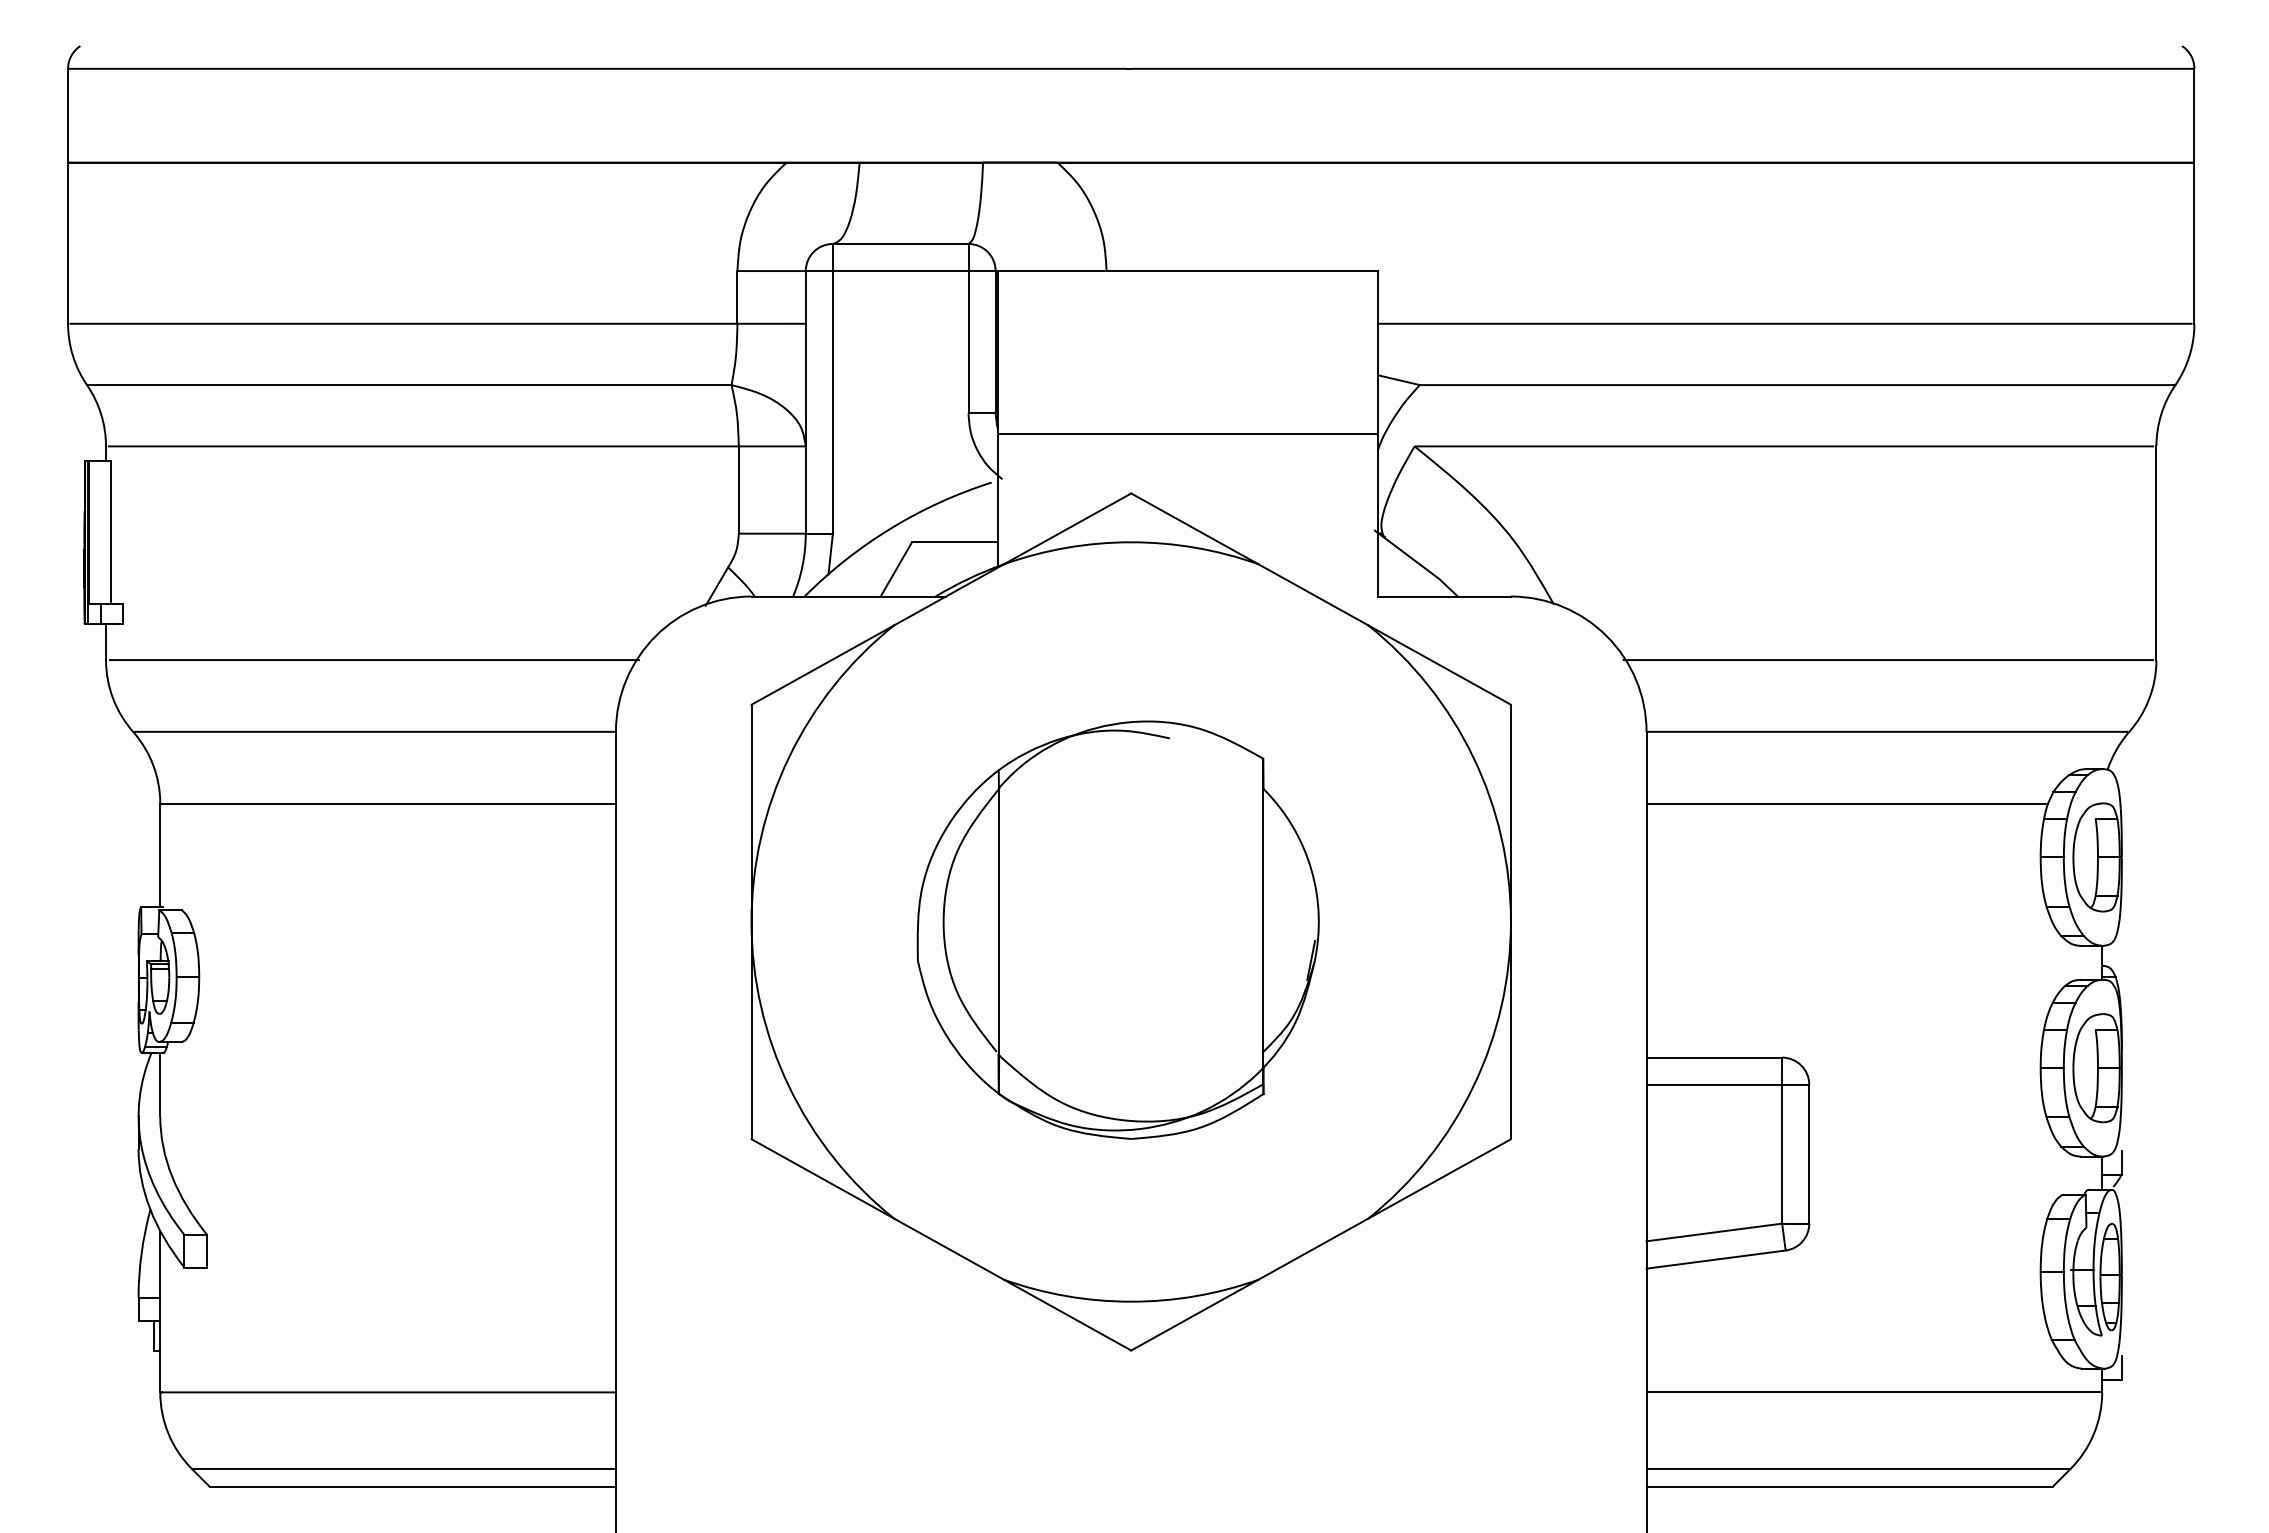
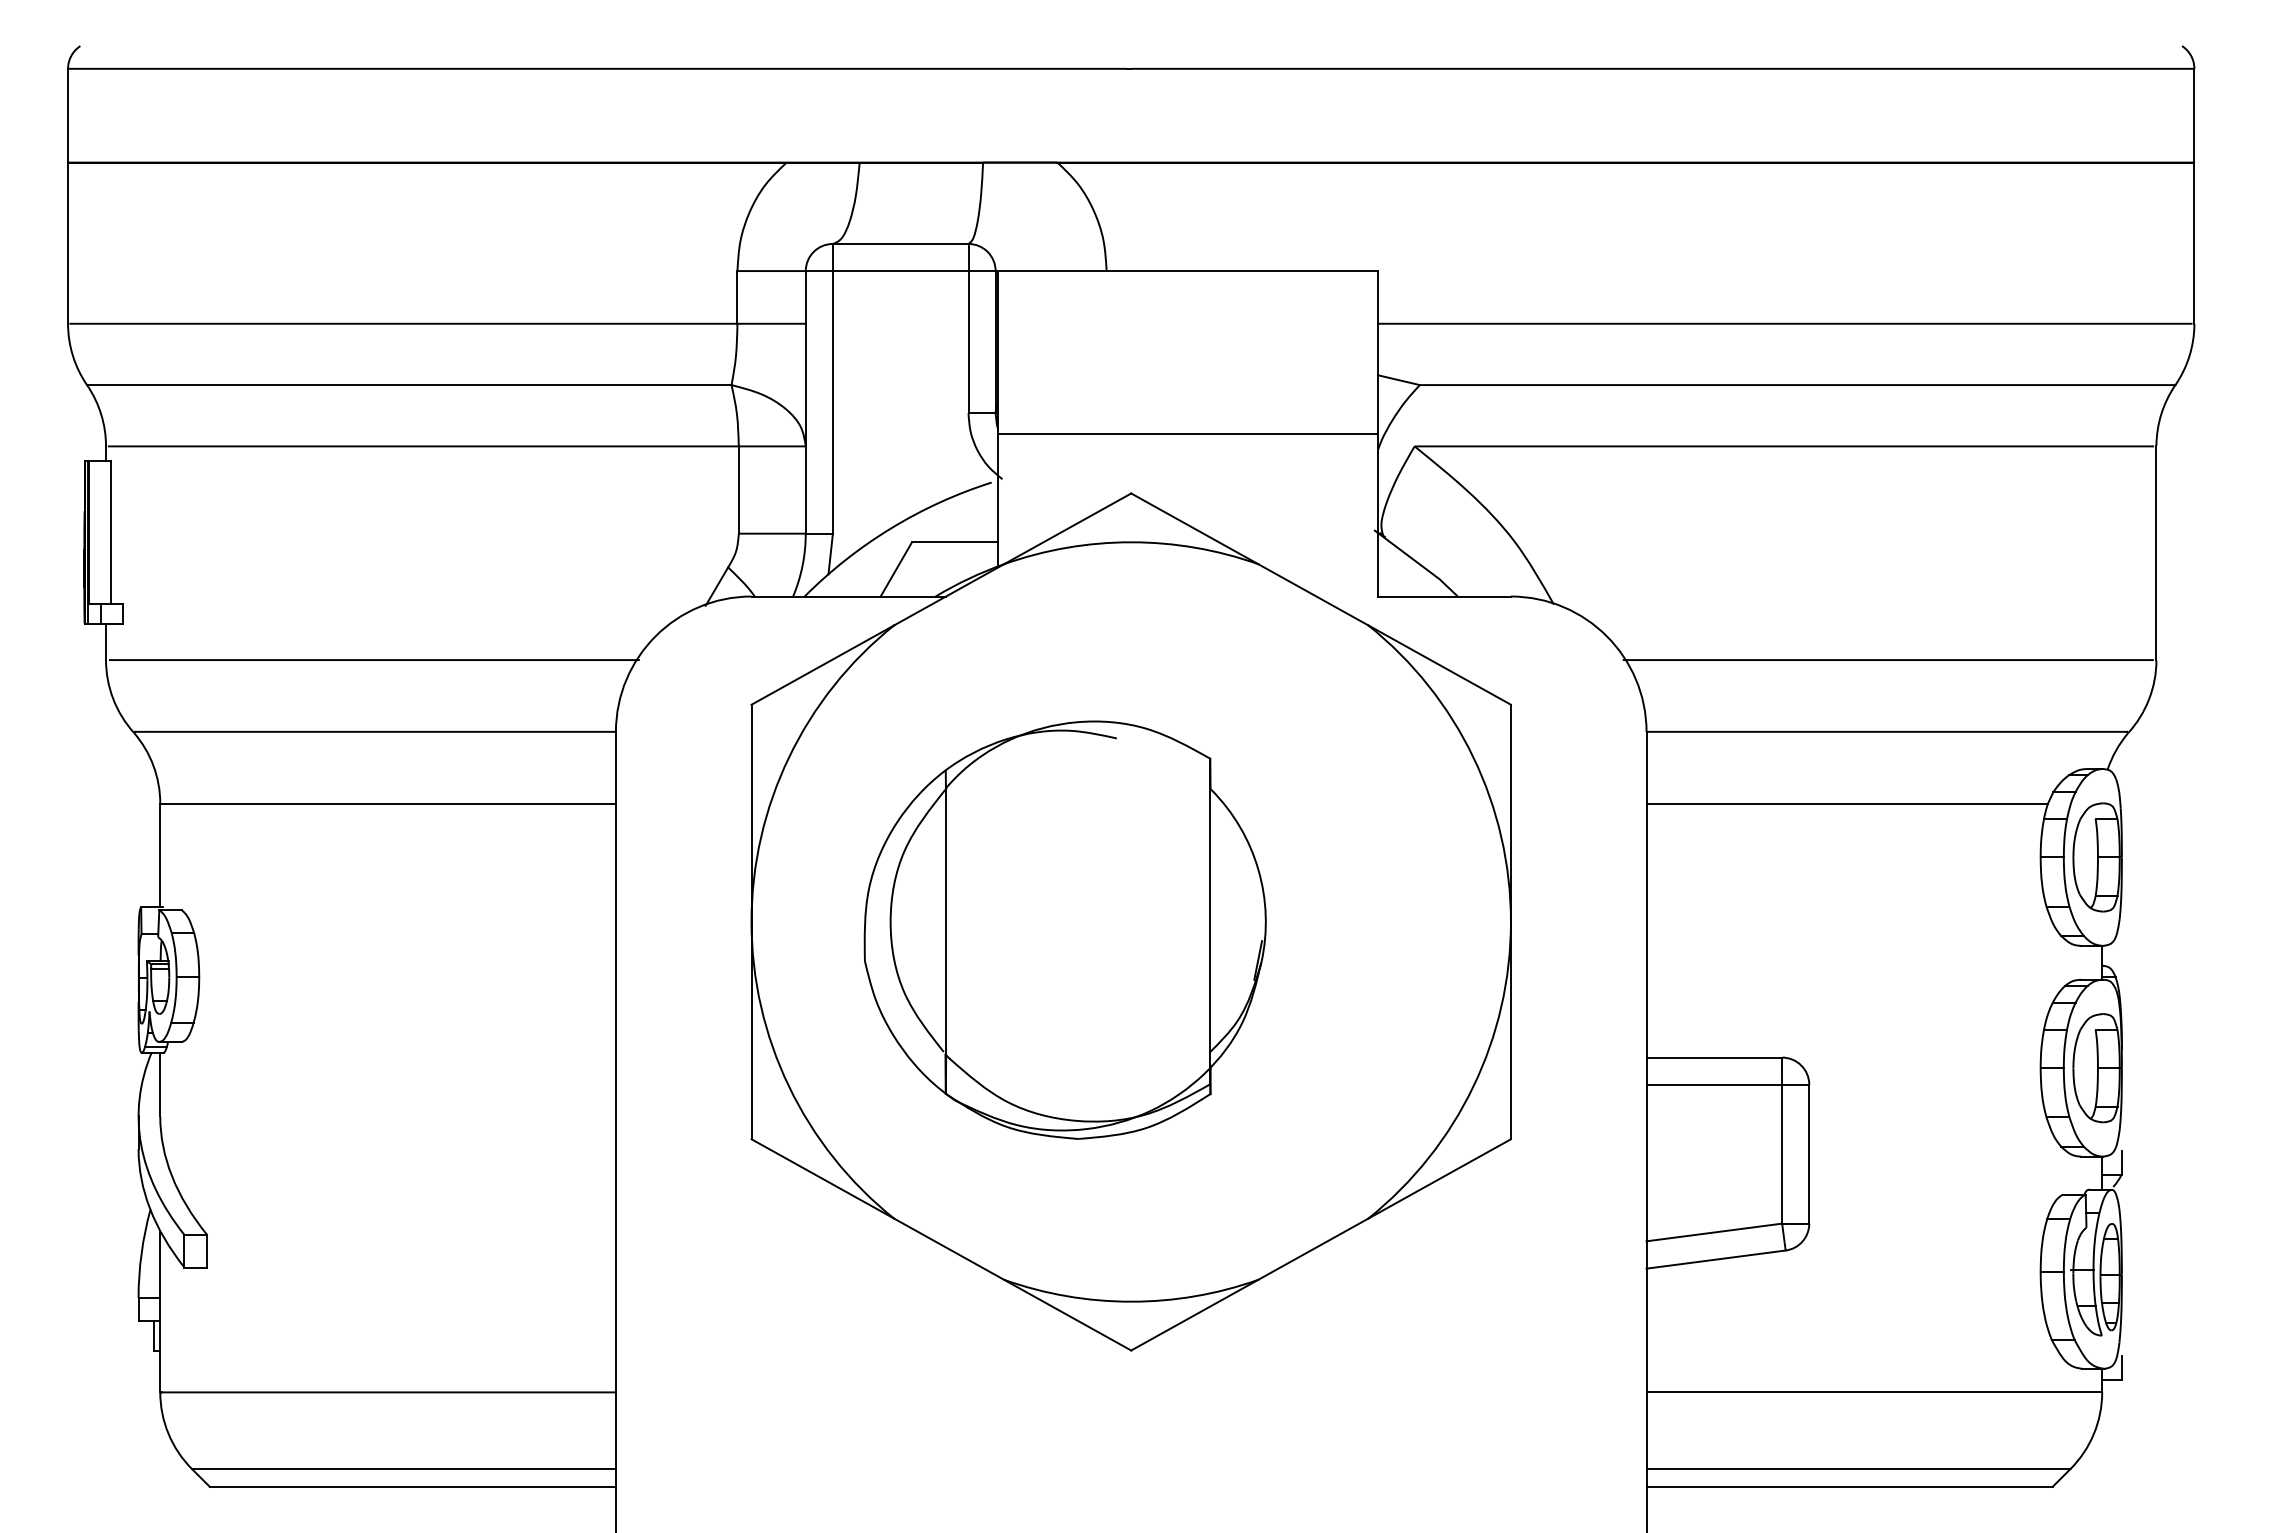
part at (1117, 929) position: (1117, 929) -> (1064, 929)
